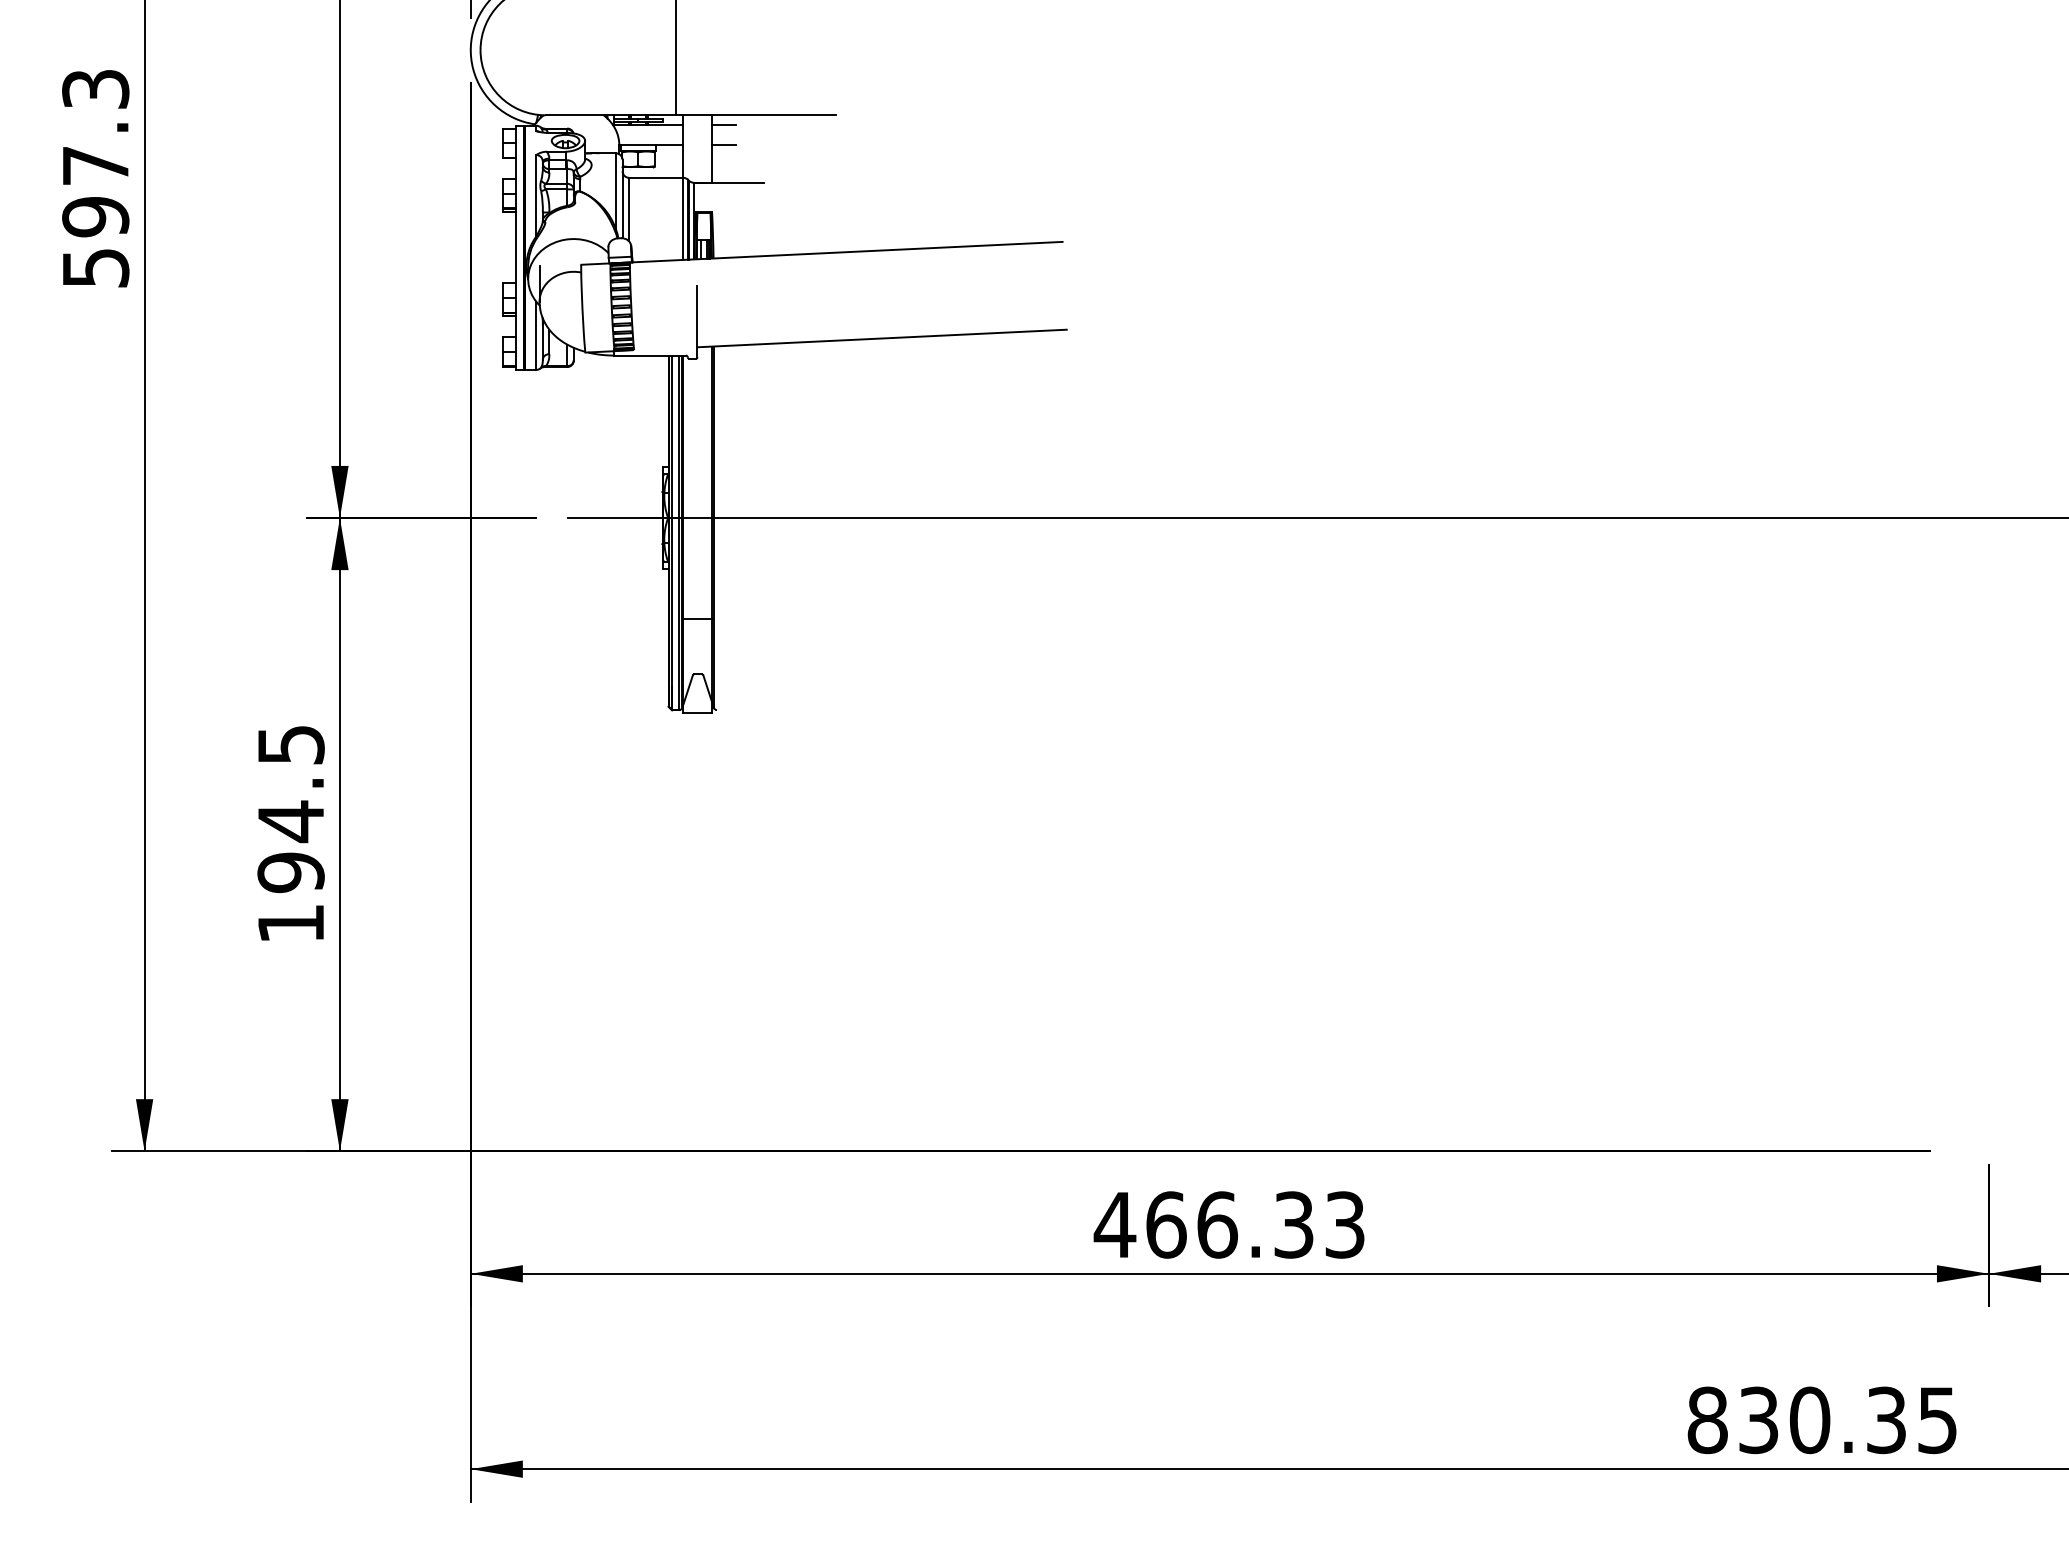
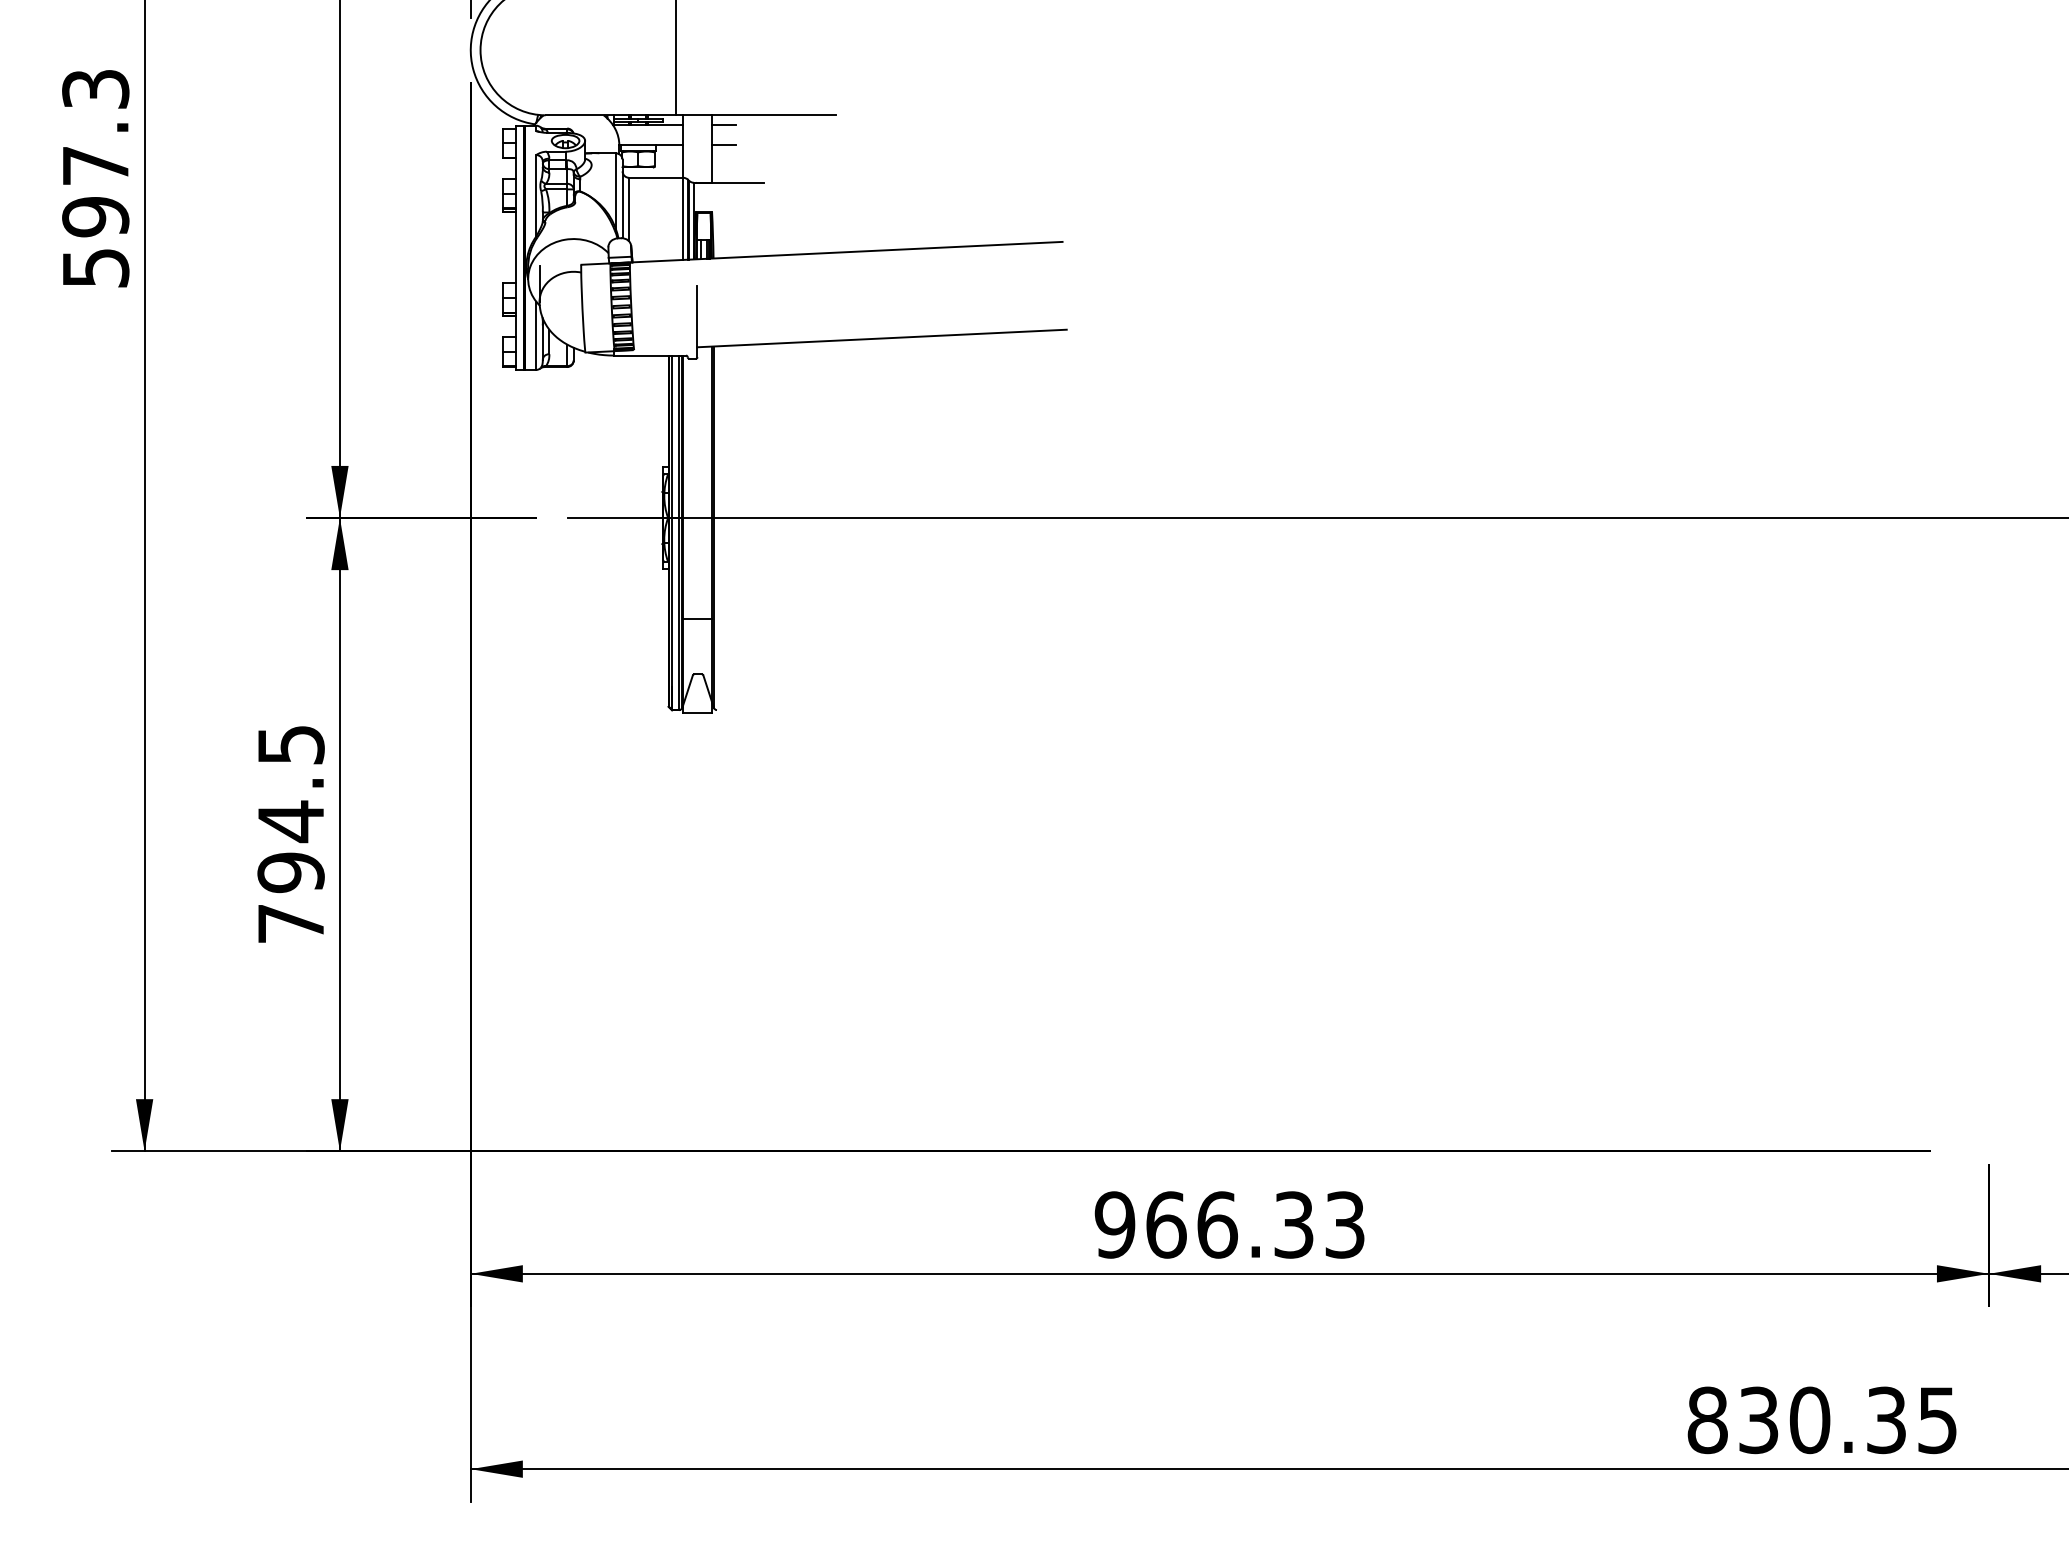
text at (290, 923): 194.5 -> 794.5
text at (1114, 1224): 466.33 -> 966.33
